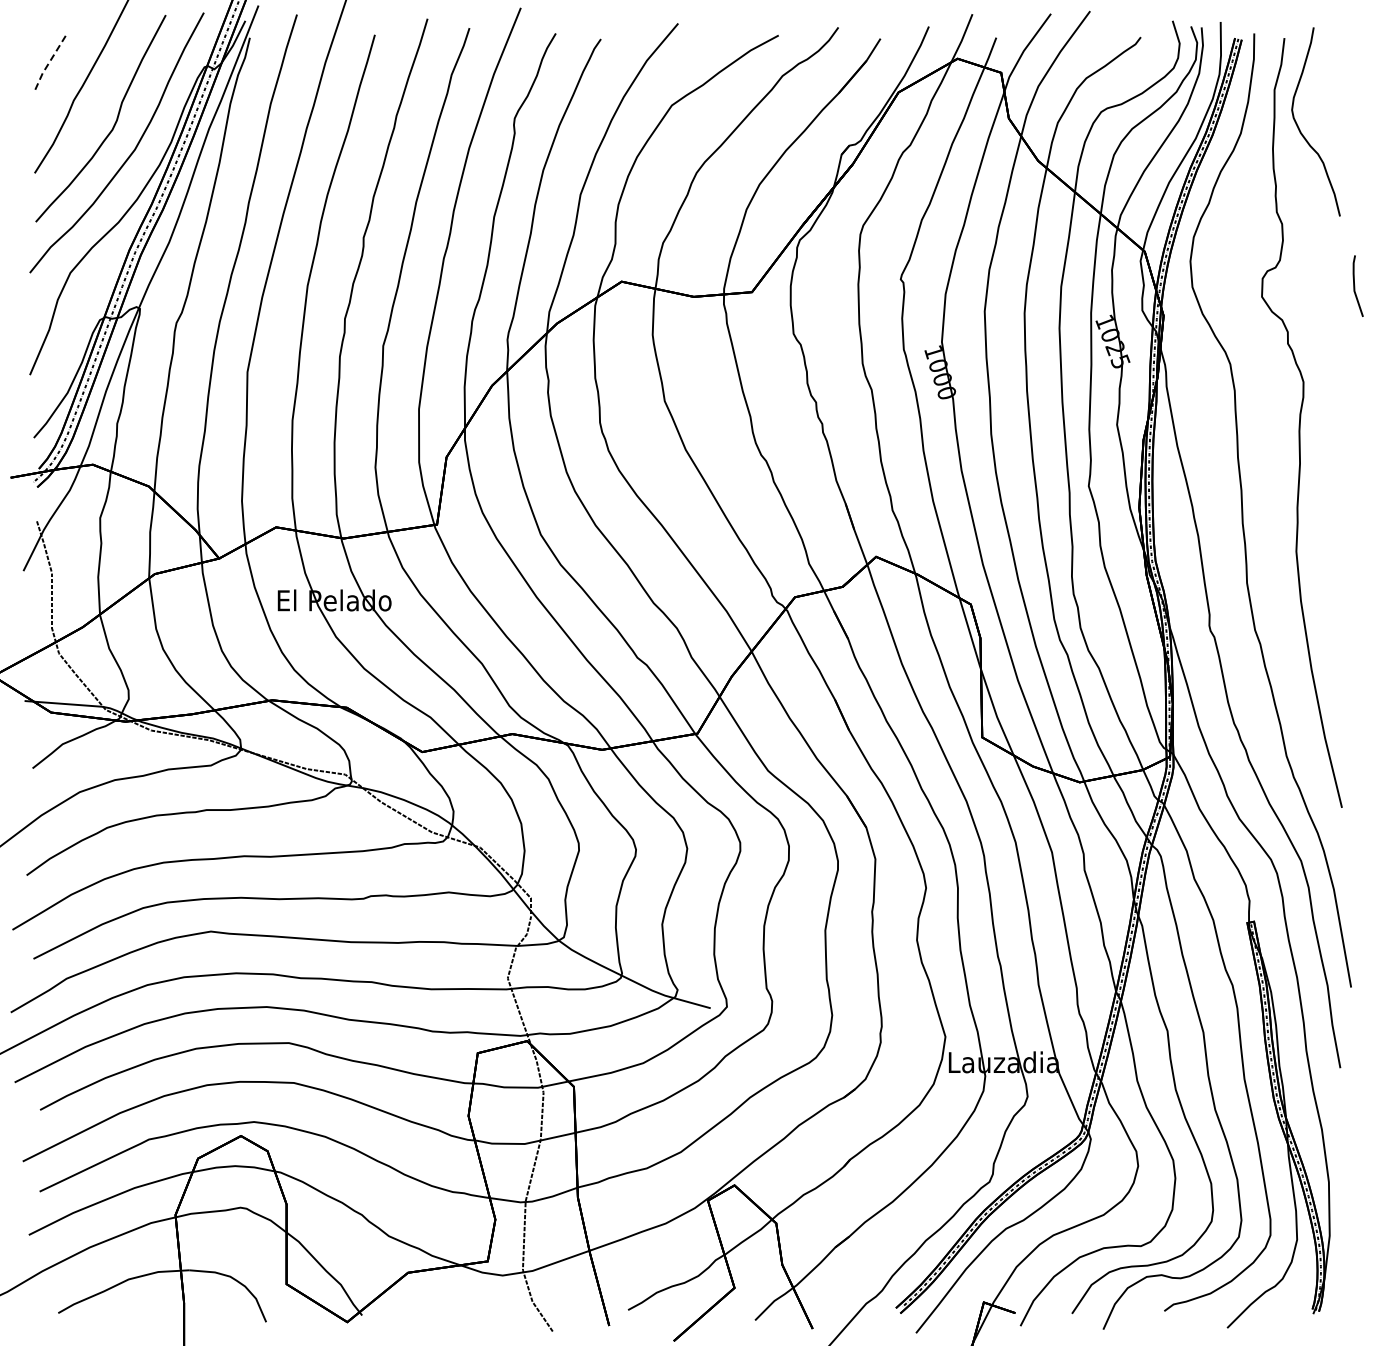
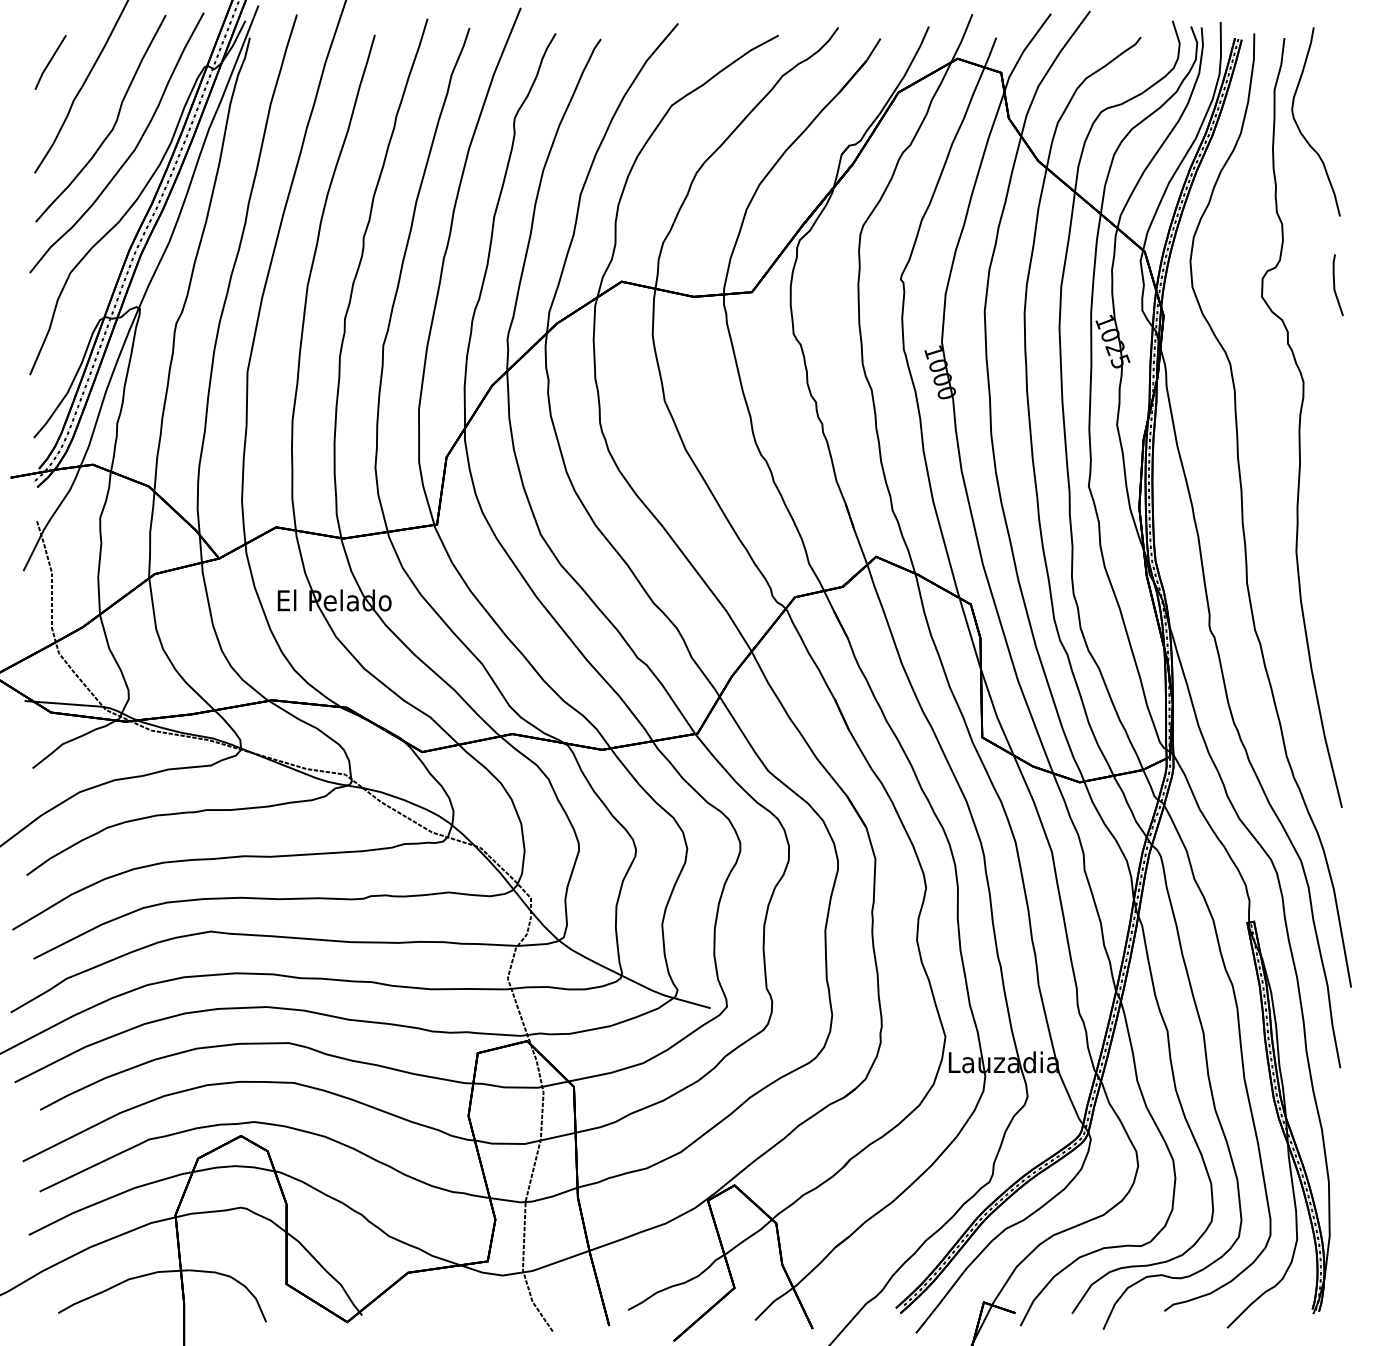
line at (49, 62): dashed -> solid
line at (1355, 285) position: (1355, 285) -> (1335, 284)
